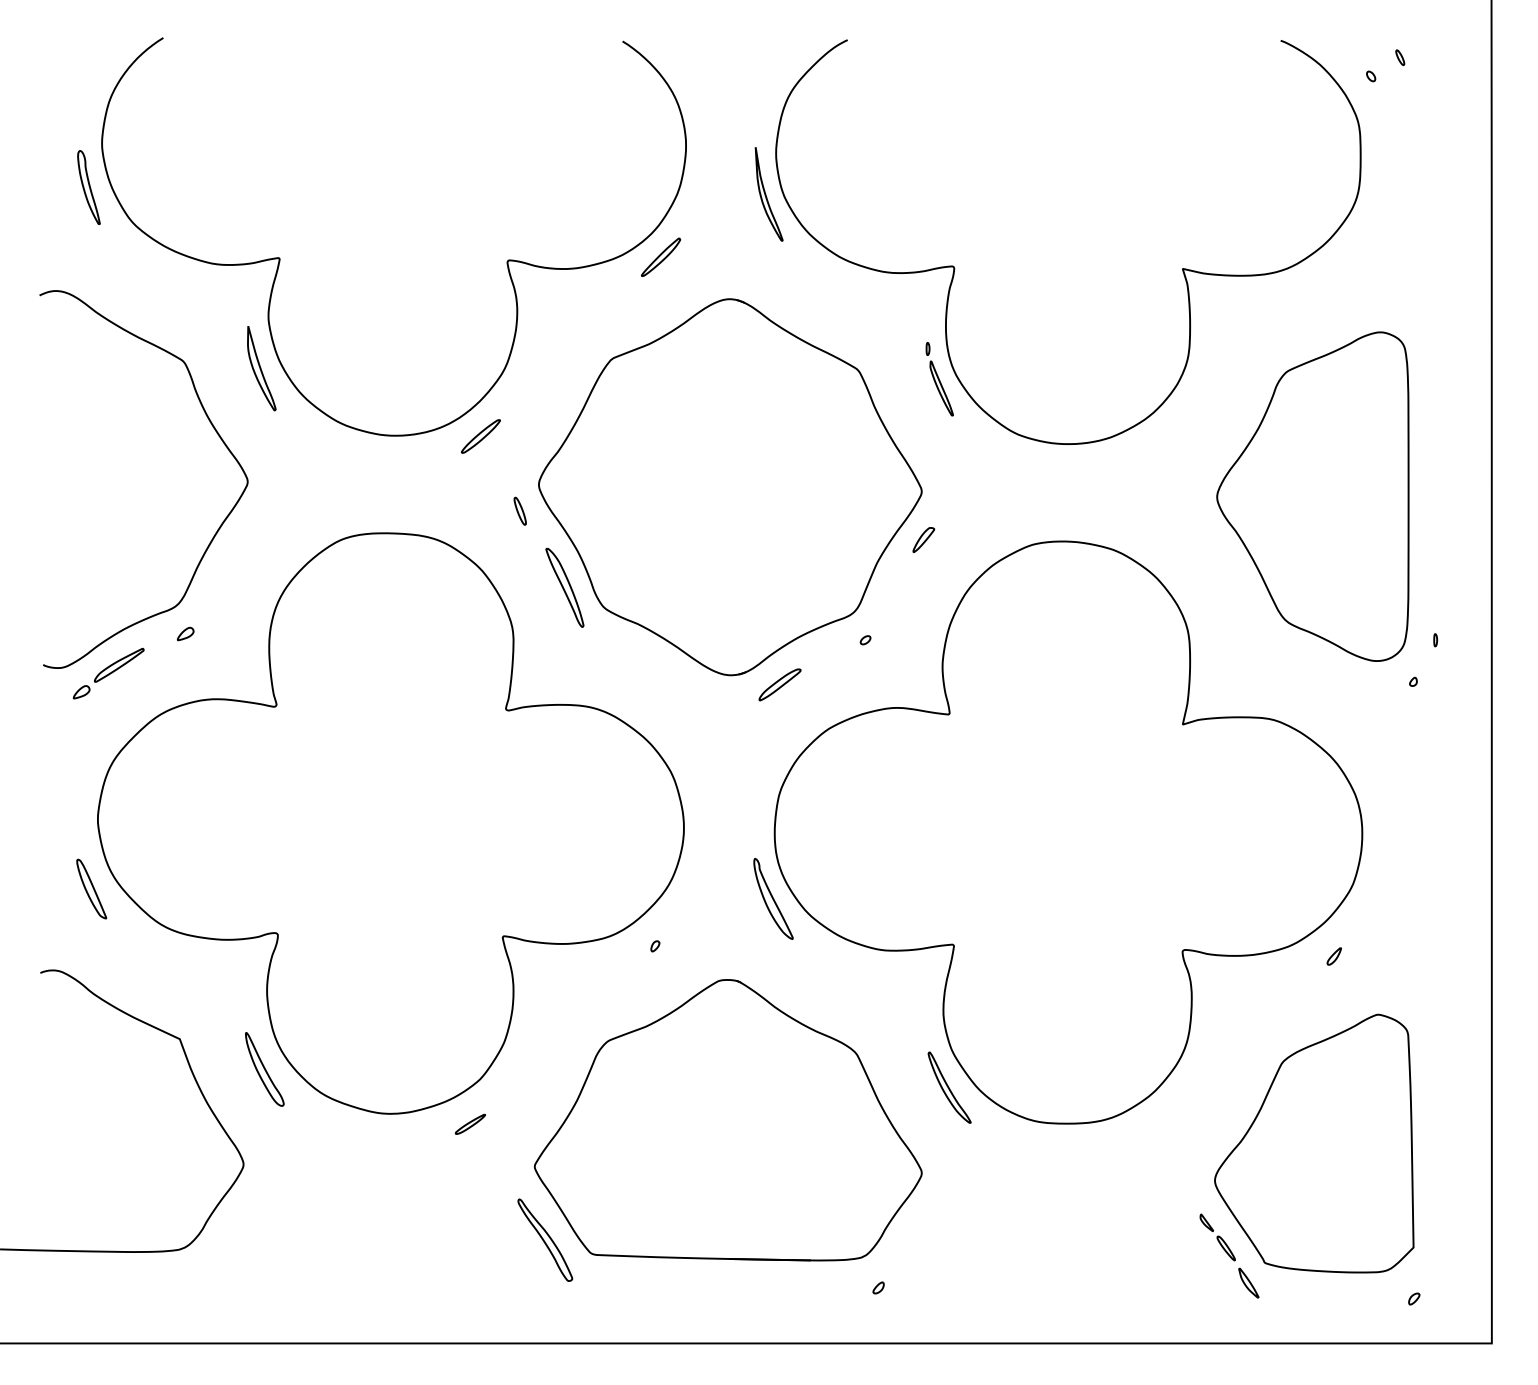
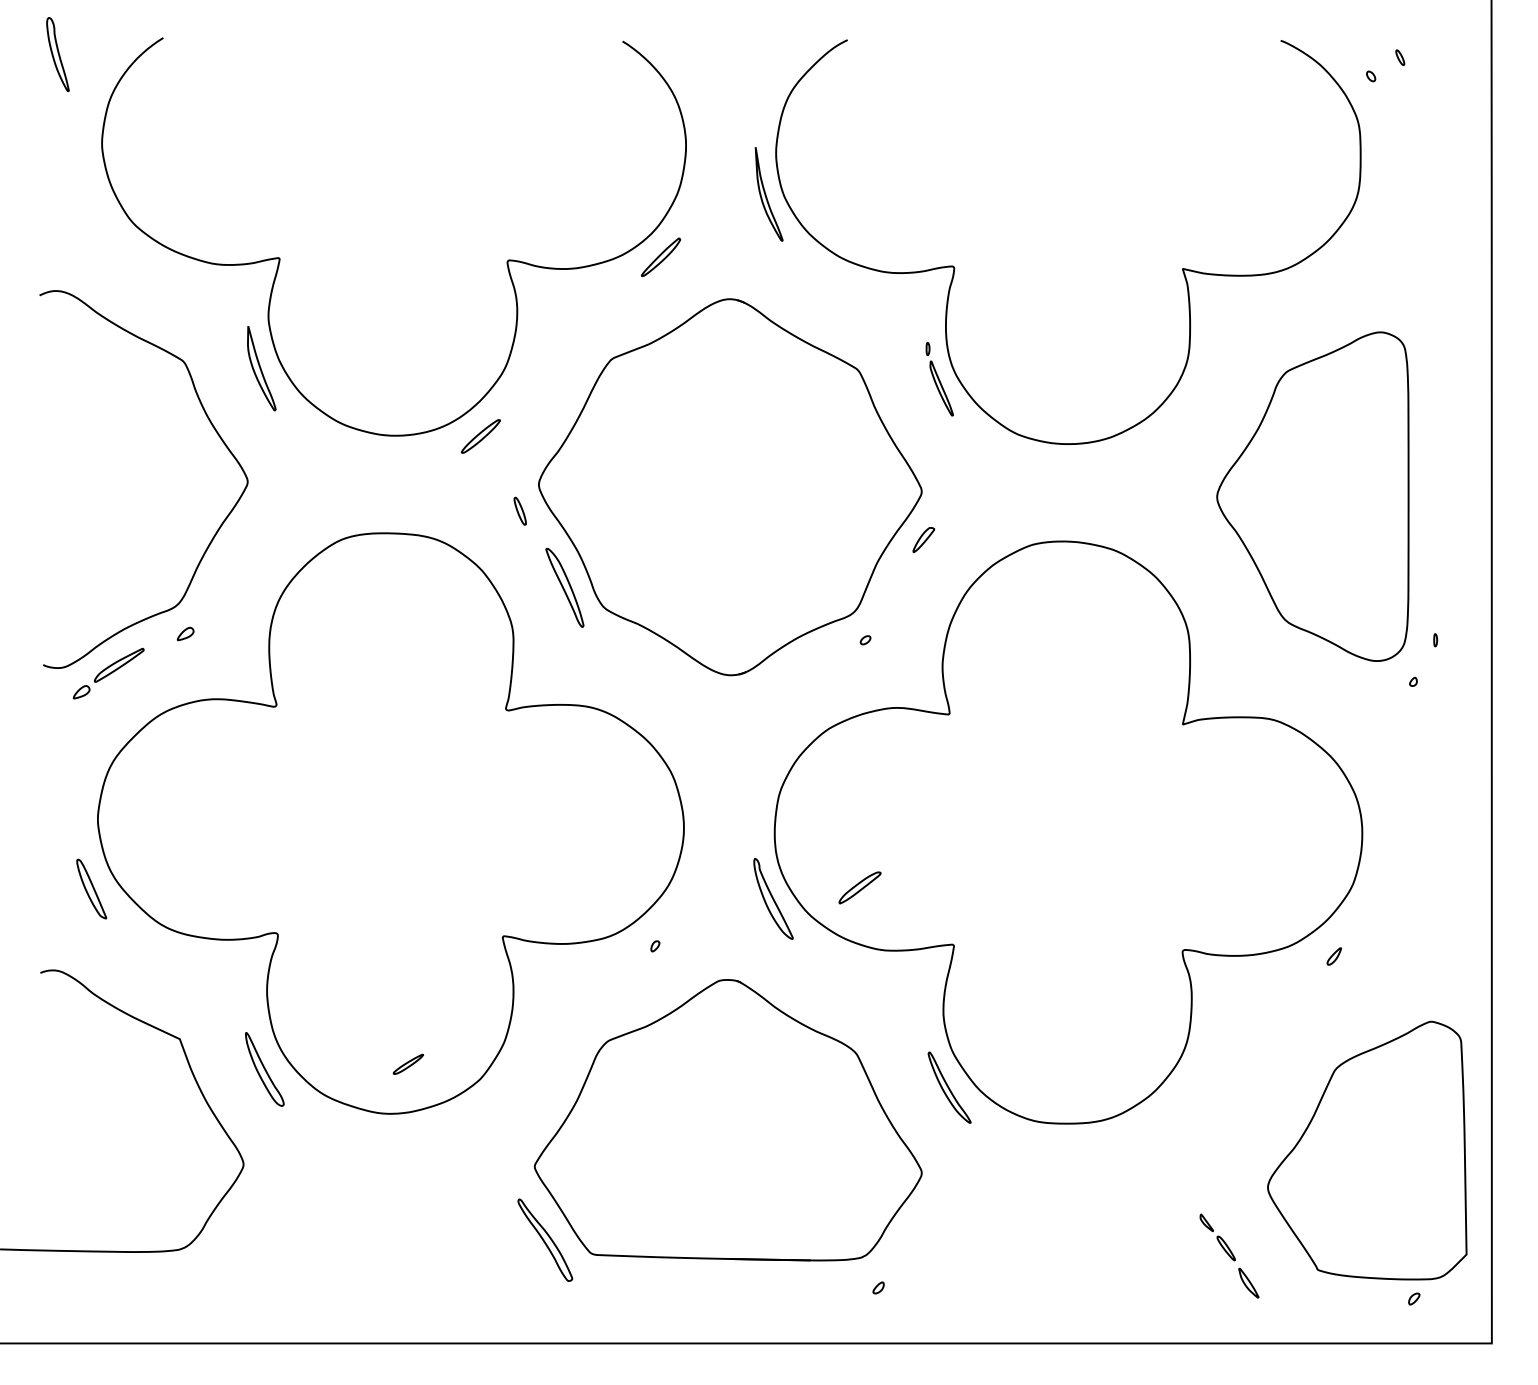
part at (88, 187) position: (88, 187) -> (57, 54)
part at (779, 684) position: (779, 684) -> (859, 887)
part at (469, 1123) position: (469, 1123) -> (407, 1063)
part at (1314, 1143) position: (1314, 1143) -> (1367, 1150)
